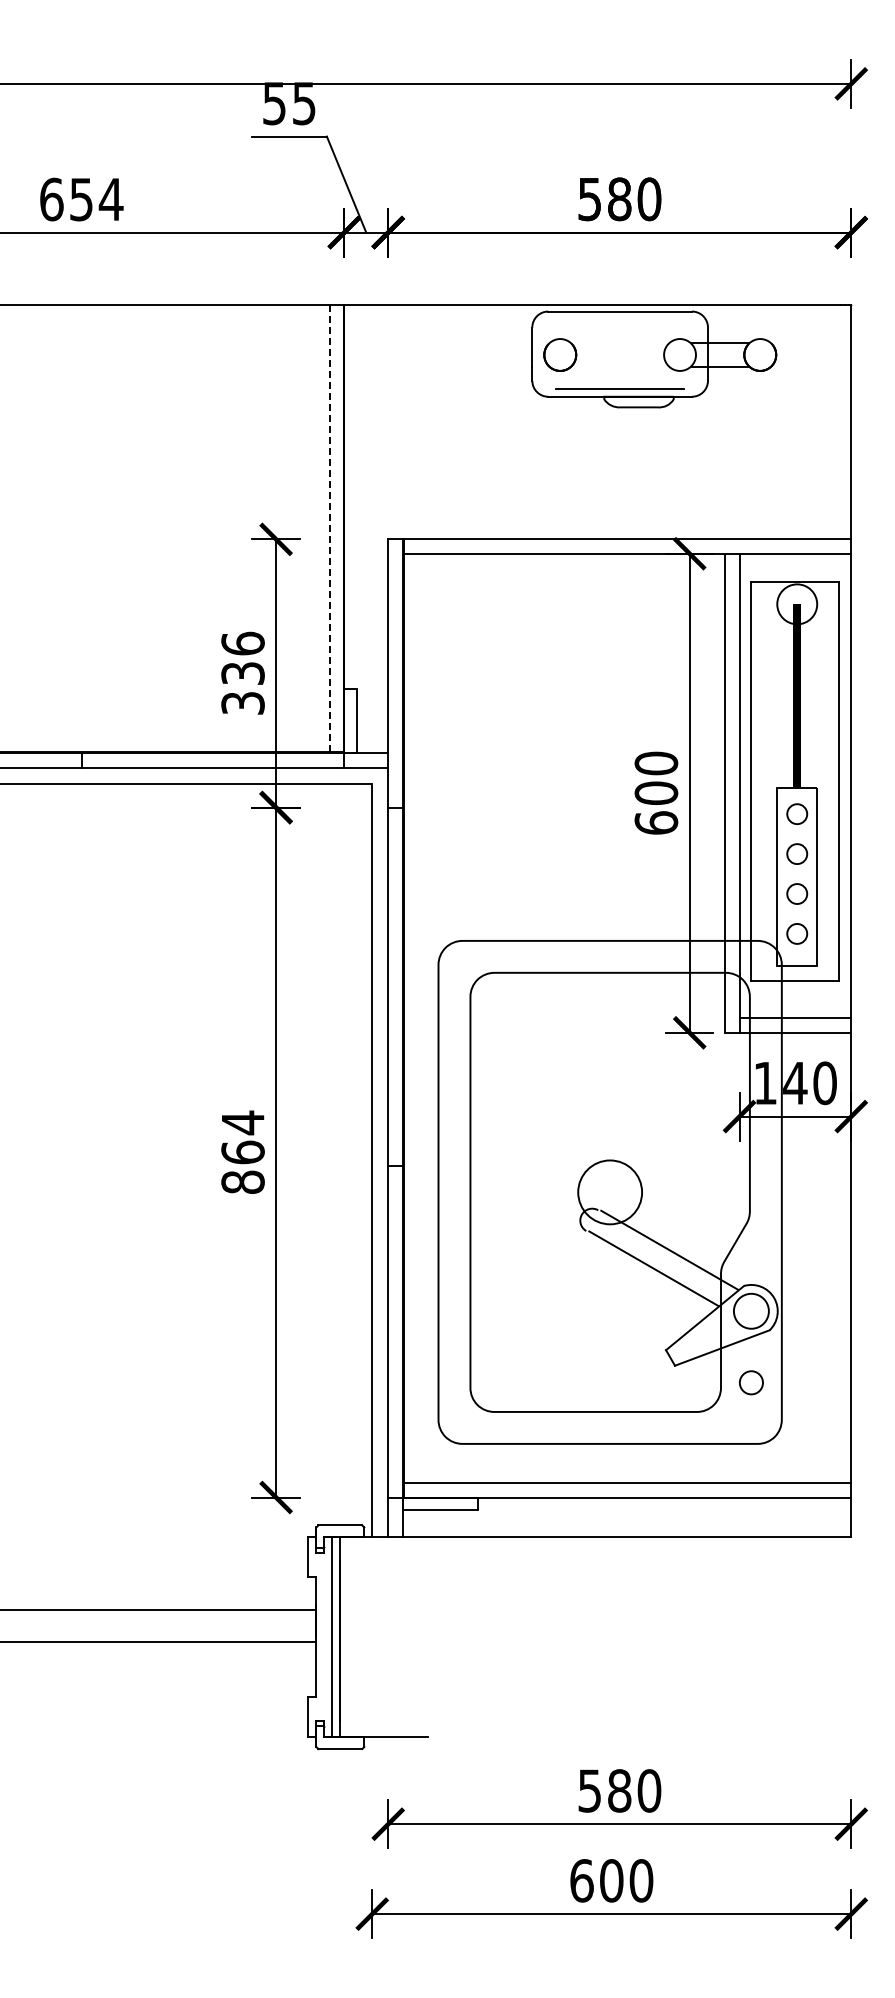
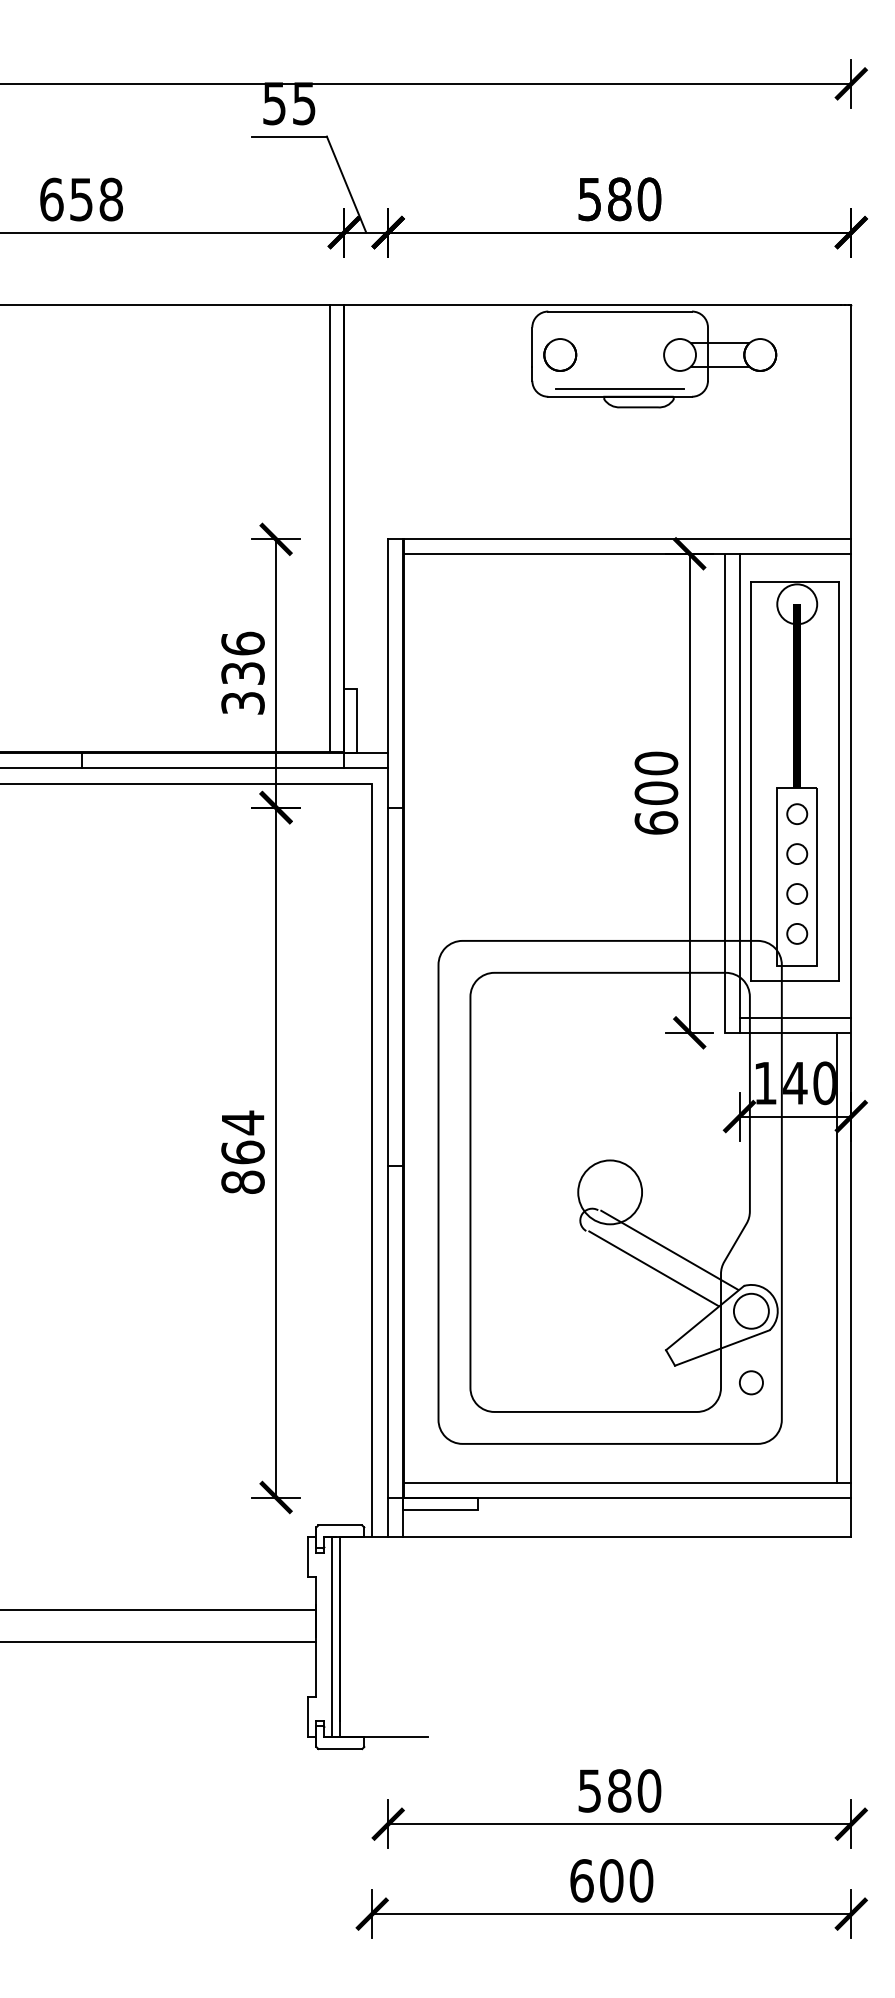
text at (110, 199): 654 -> 658
line at (329, 528): dashed -> solid
line at (836, 1257): none -> present
